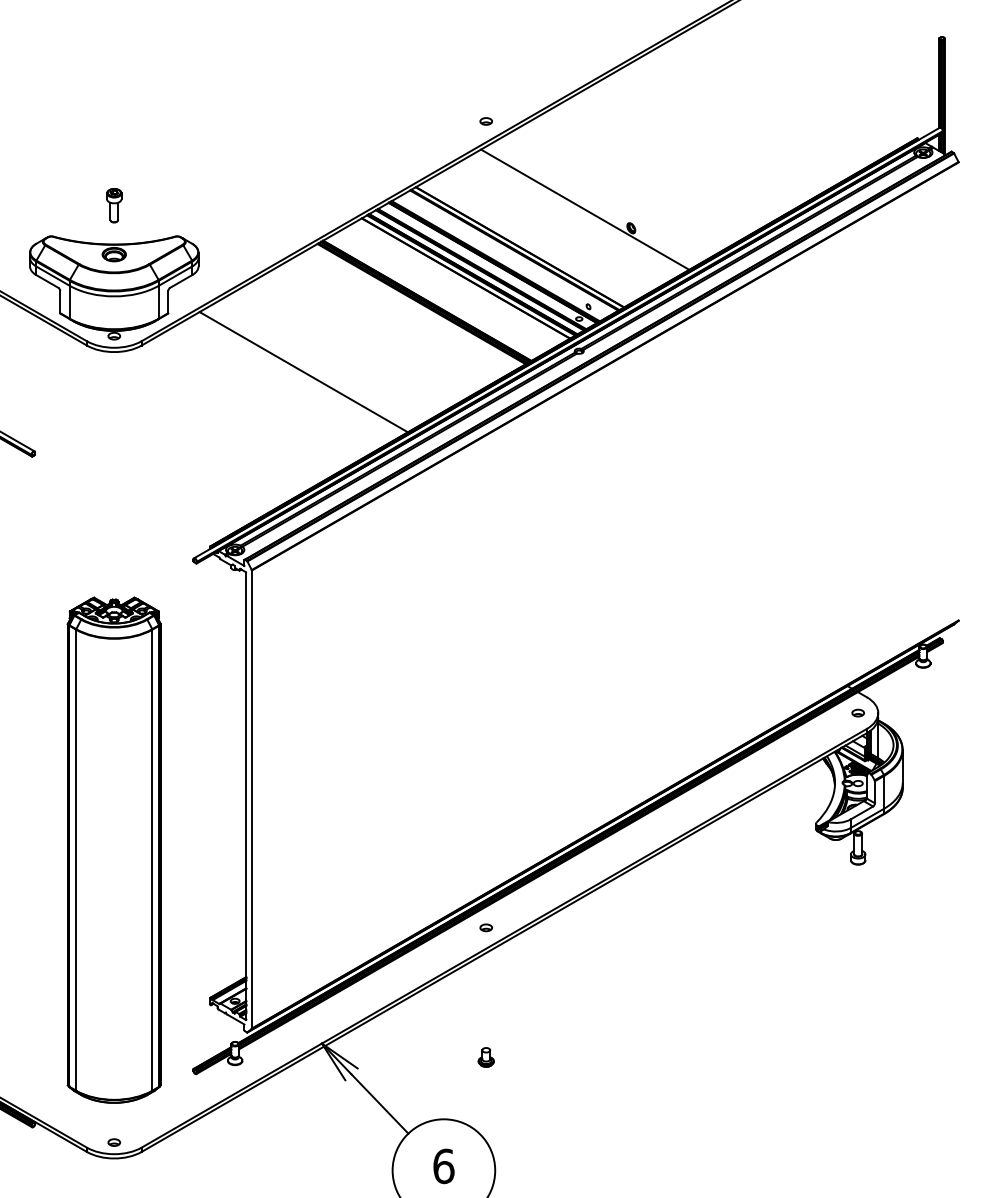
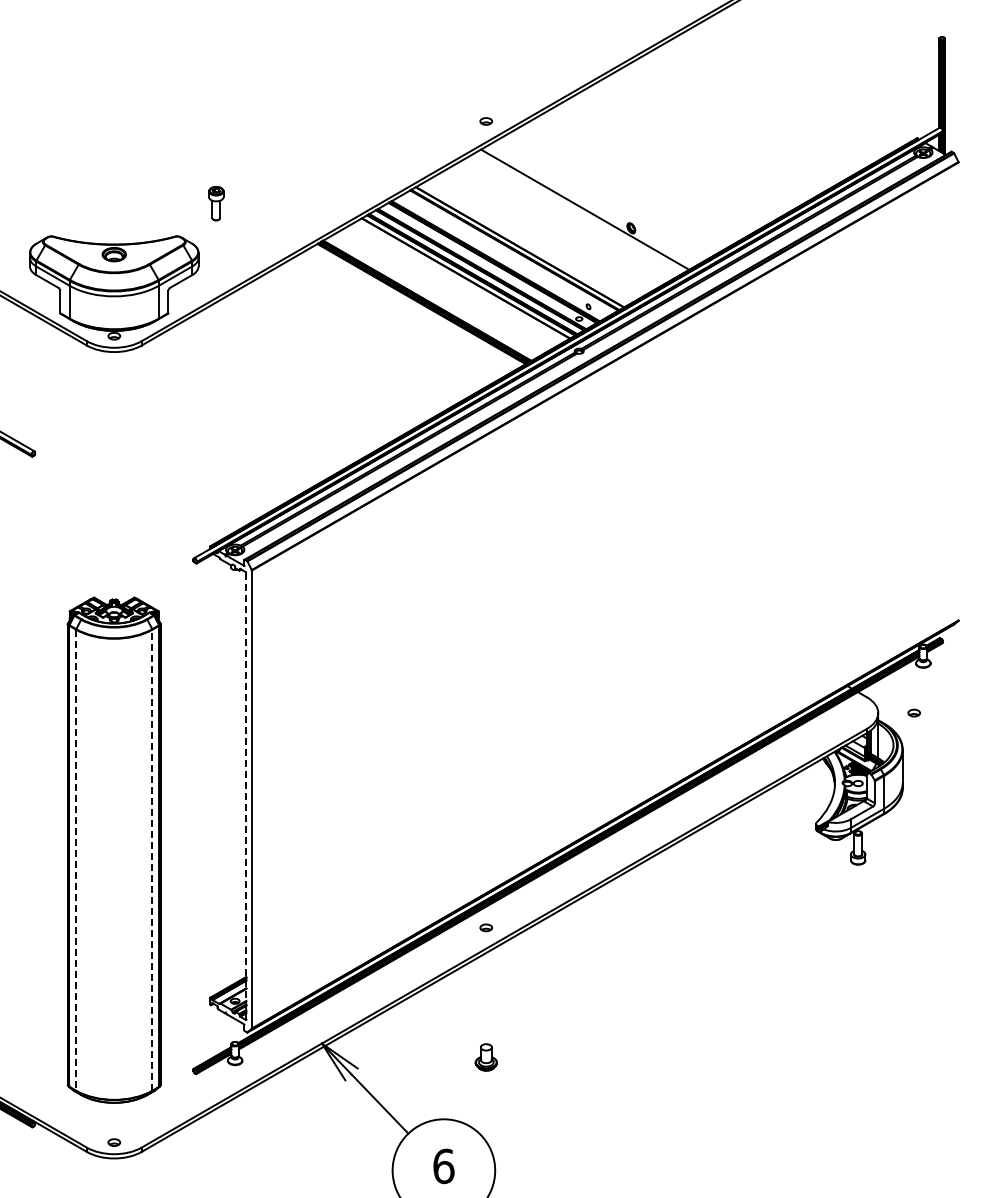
part at (114, 205) position: (114, 205) -> (216, 203)
line at (303, 372): present -> none
part at (857, 712) position: (857, 712) -> (913, 712)
line at (246, 796): solid -> dashed
line at (76, 860): solid -> dashed
line at (152, 860): solid -> dashed
part at (485, 1057) size: 18x21 px -> 24x29 px
